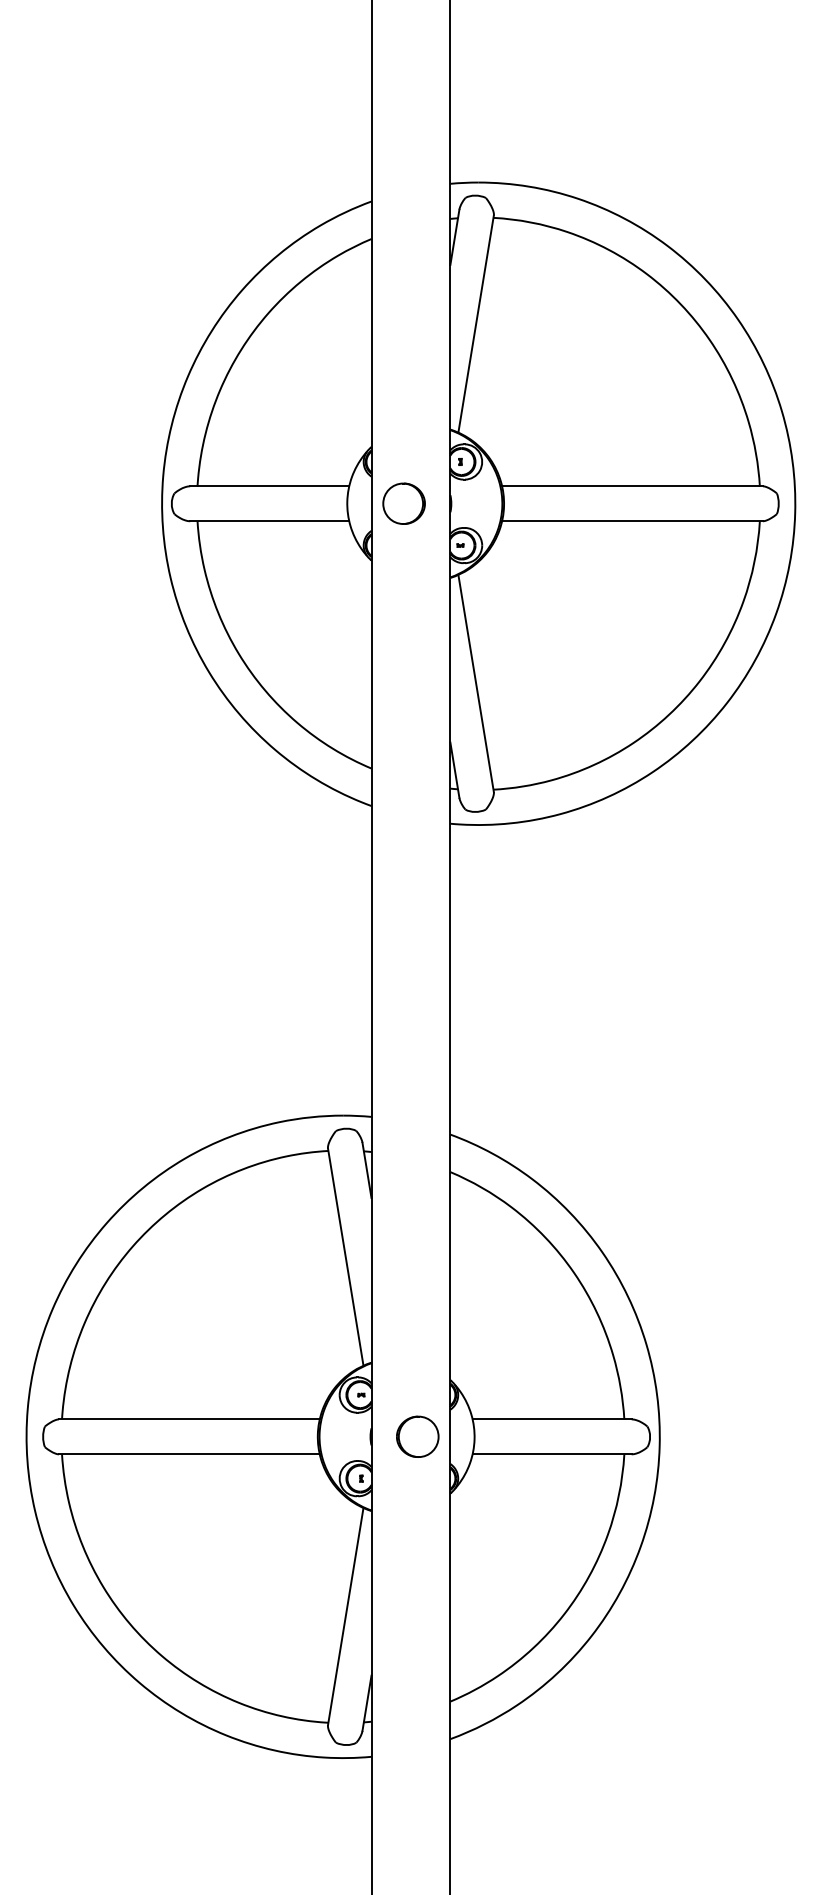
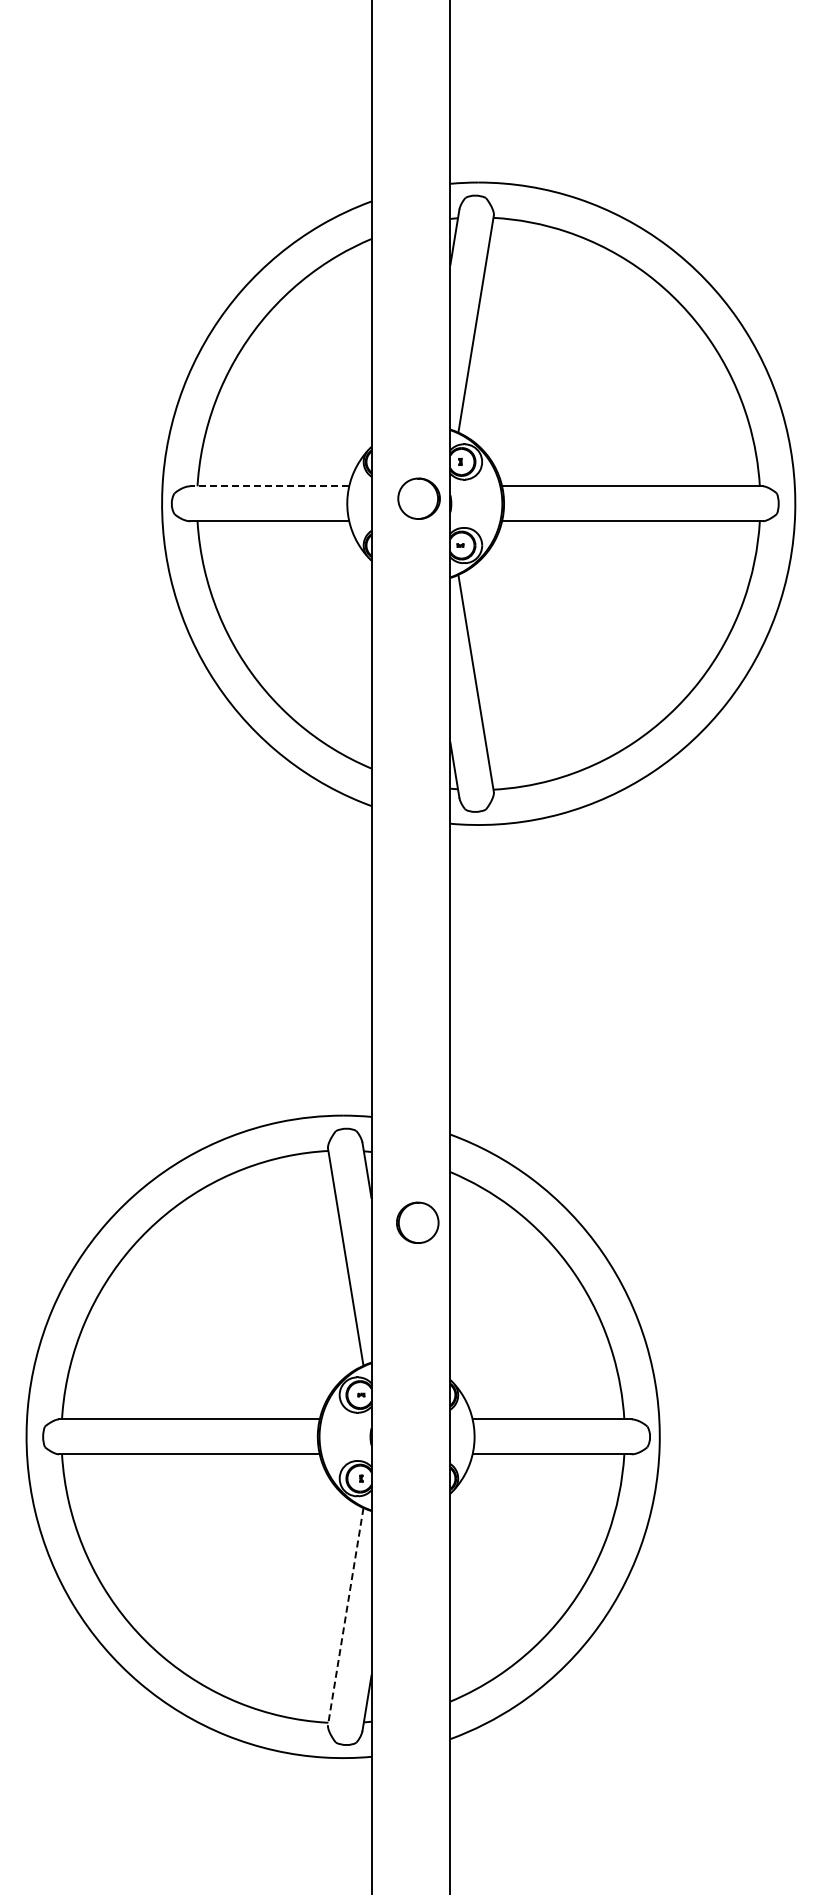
line at (269, 486): solid -> dashed
part at (403, 503) position: (403, 503) -> (418, 498)
part at (417, 1436) position: (417, 1436) -> (417, 1222)
line at (345, 1616): solid -> dashed
